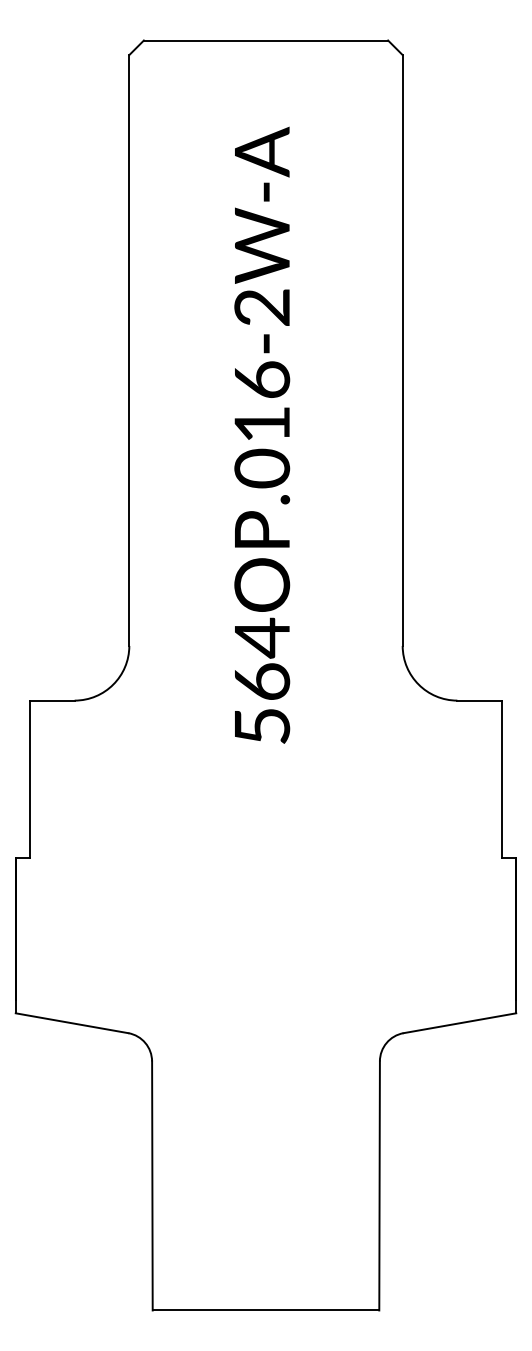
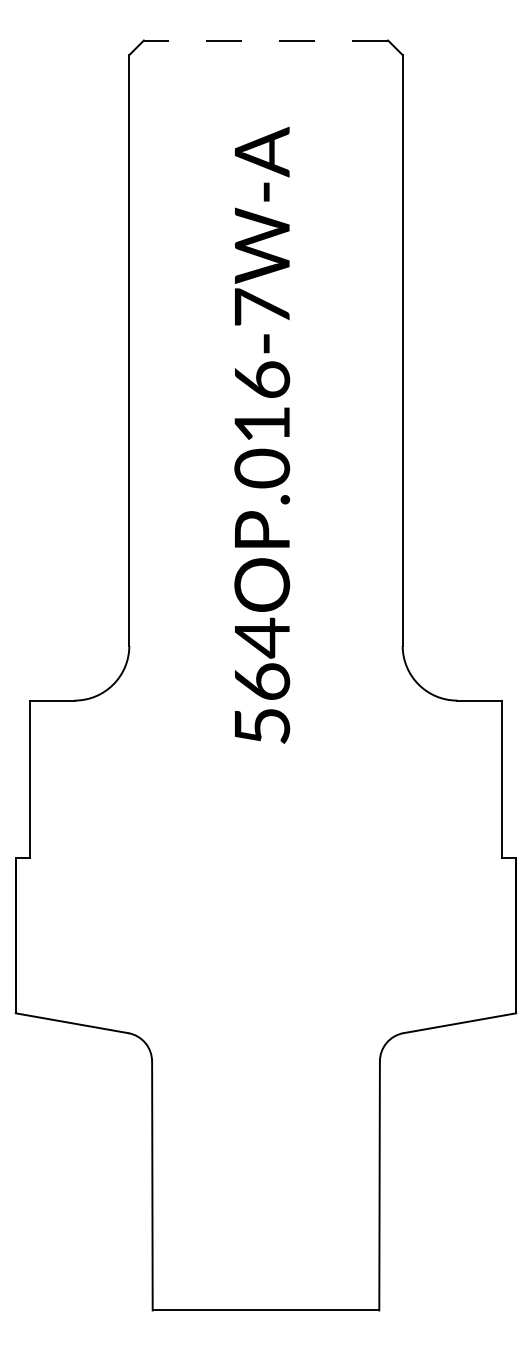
line at (265, 40): solid -> dashed
text at (261, 306): 564OP.016-2W-A -> 564OP.016-7W-A
